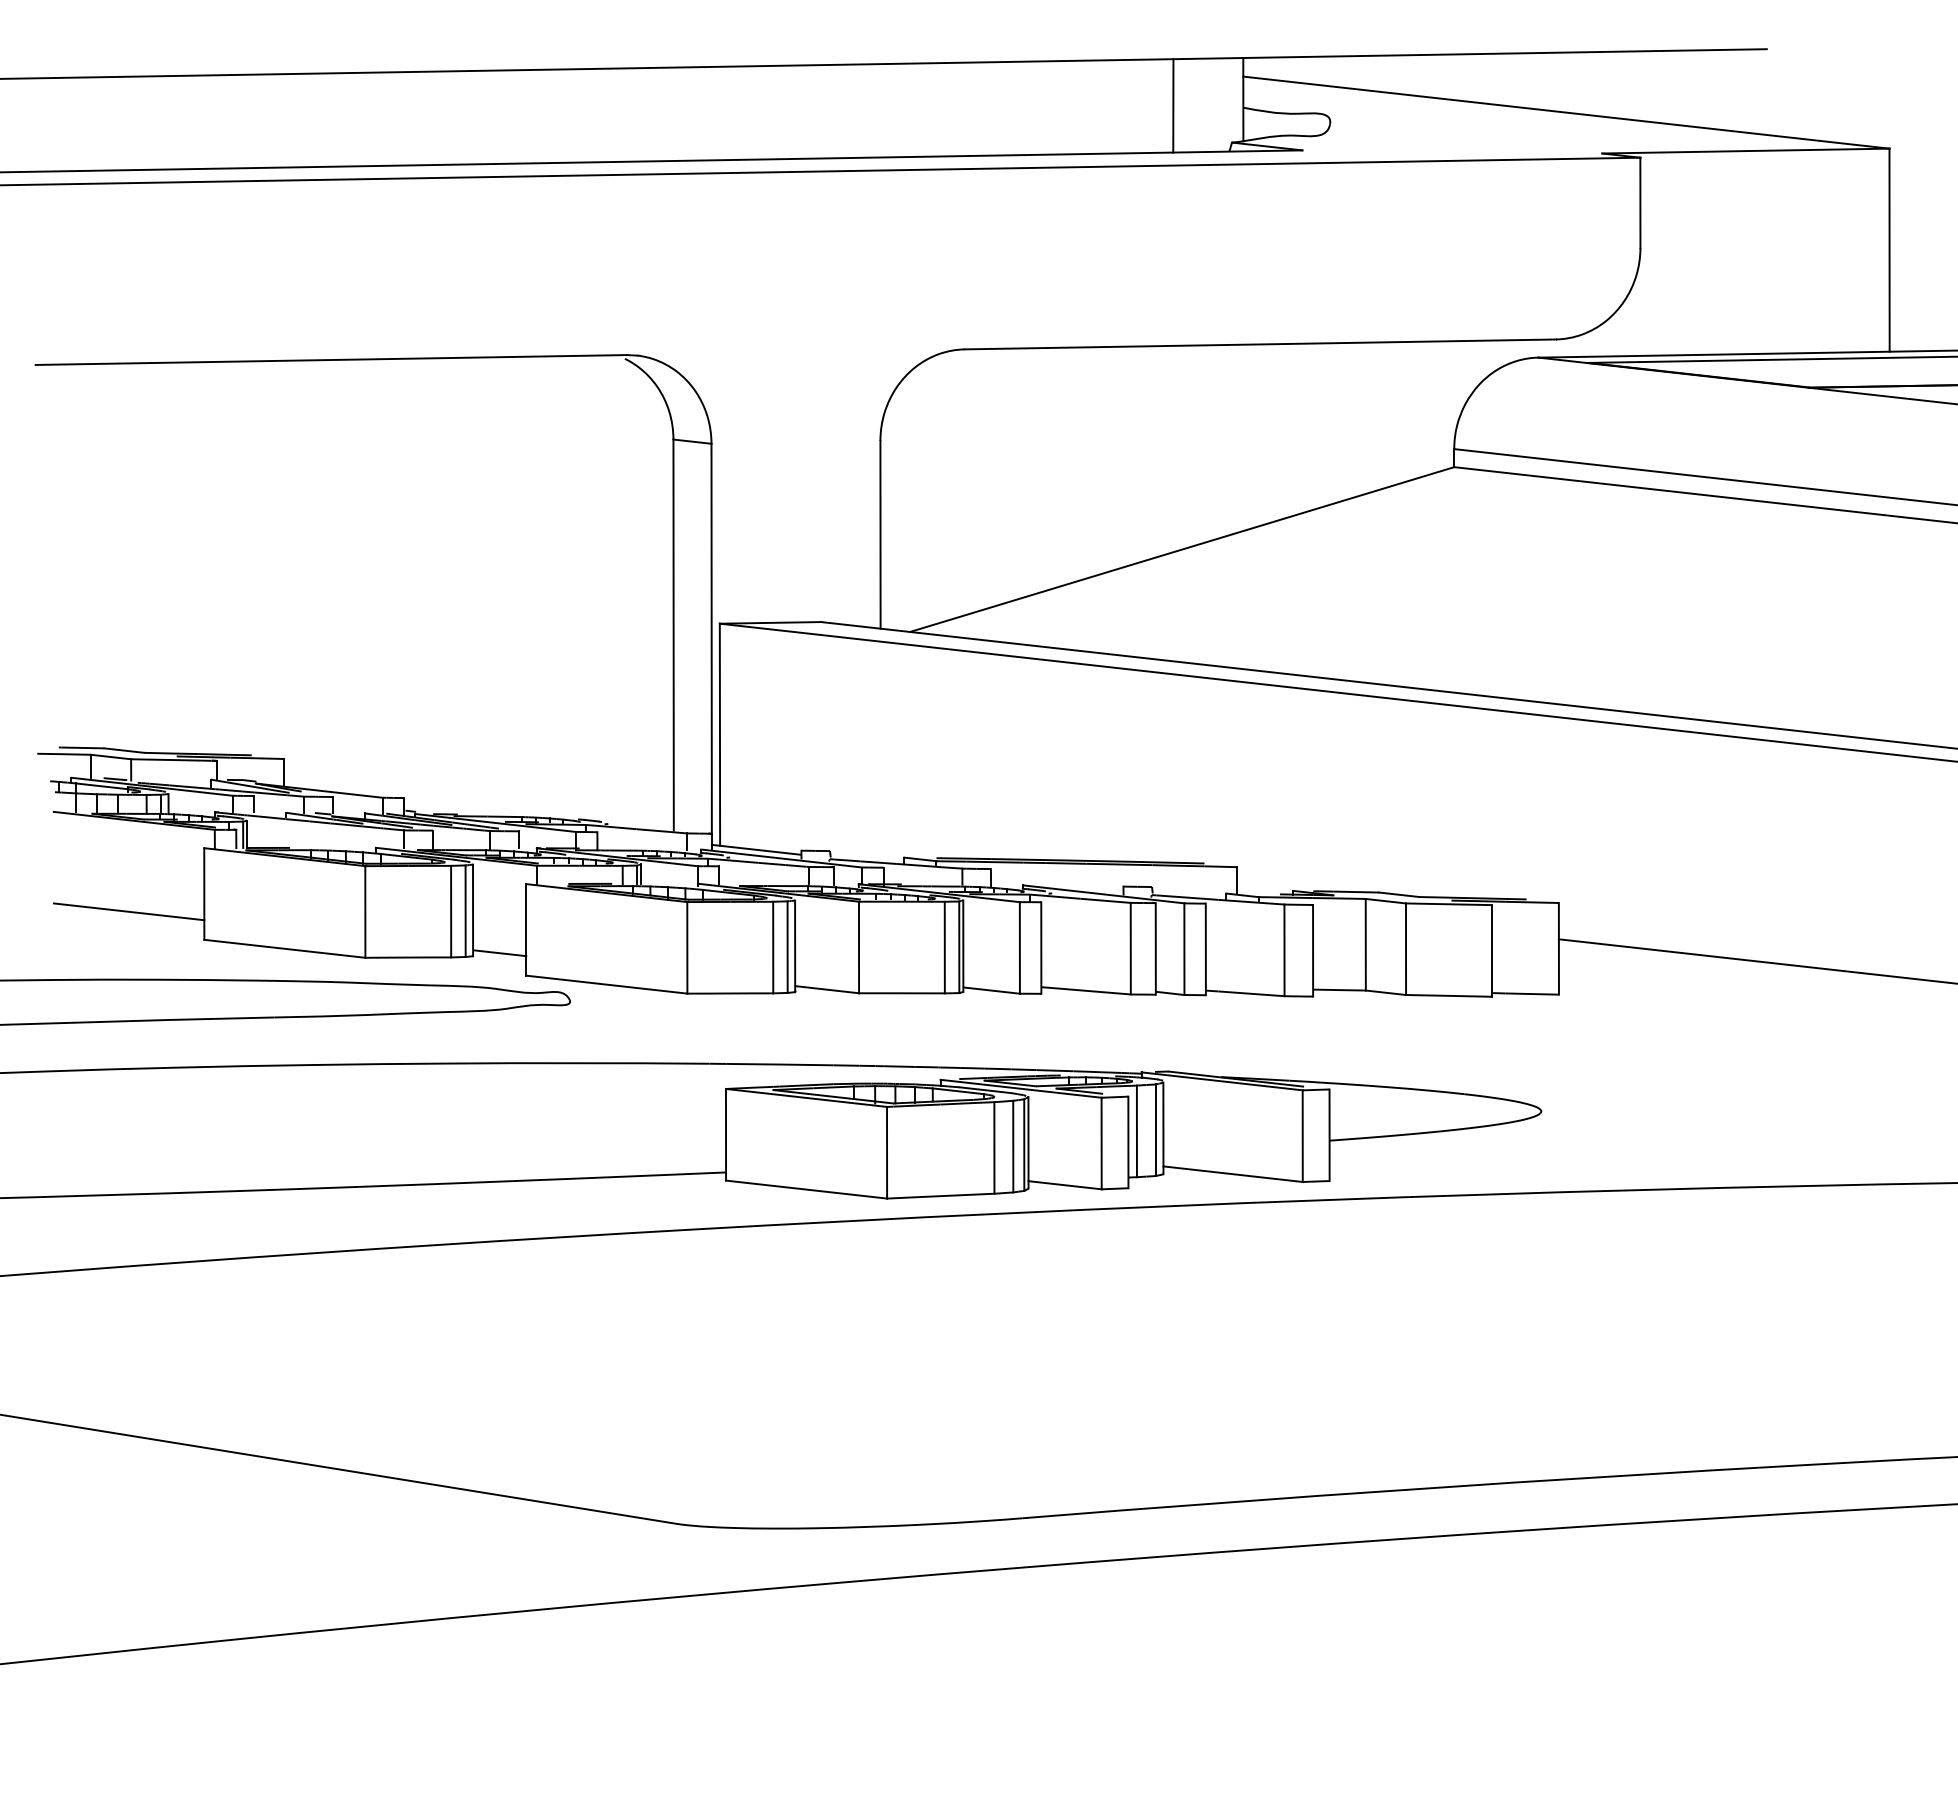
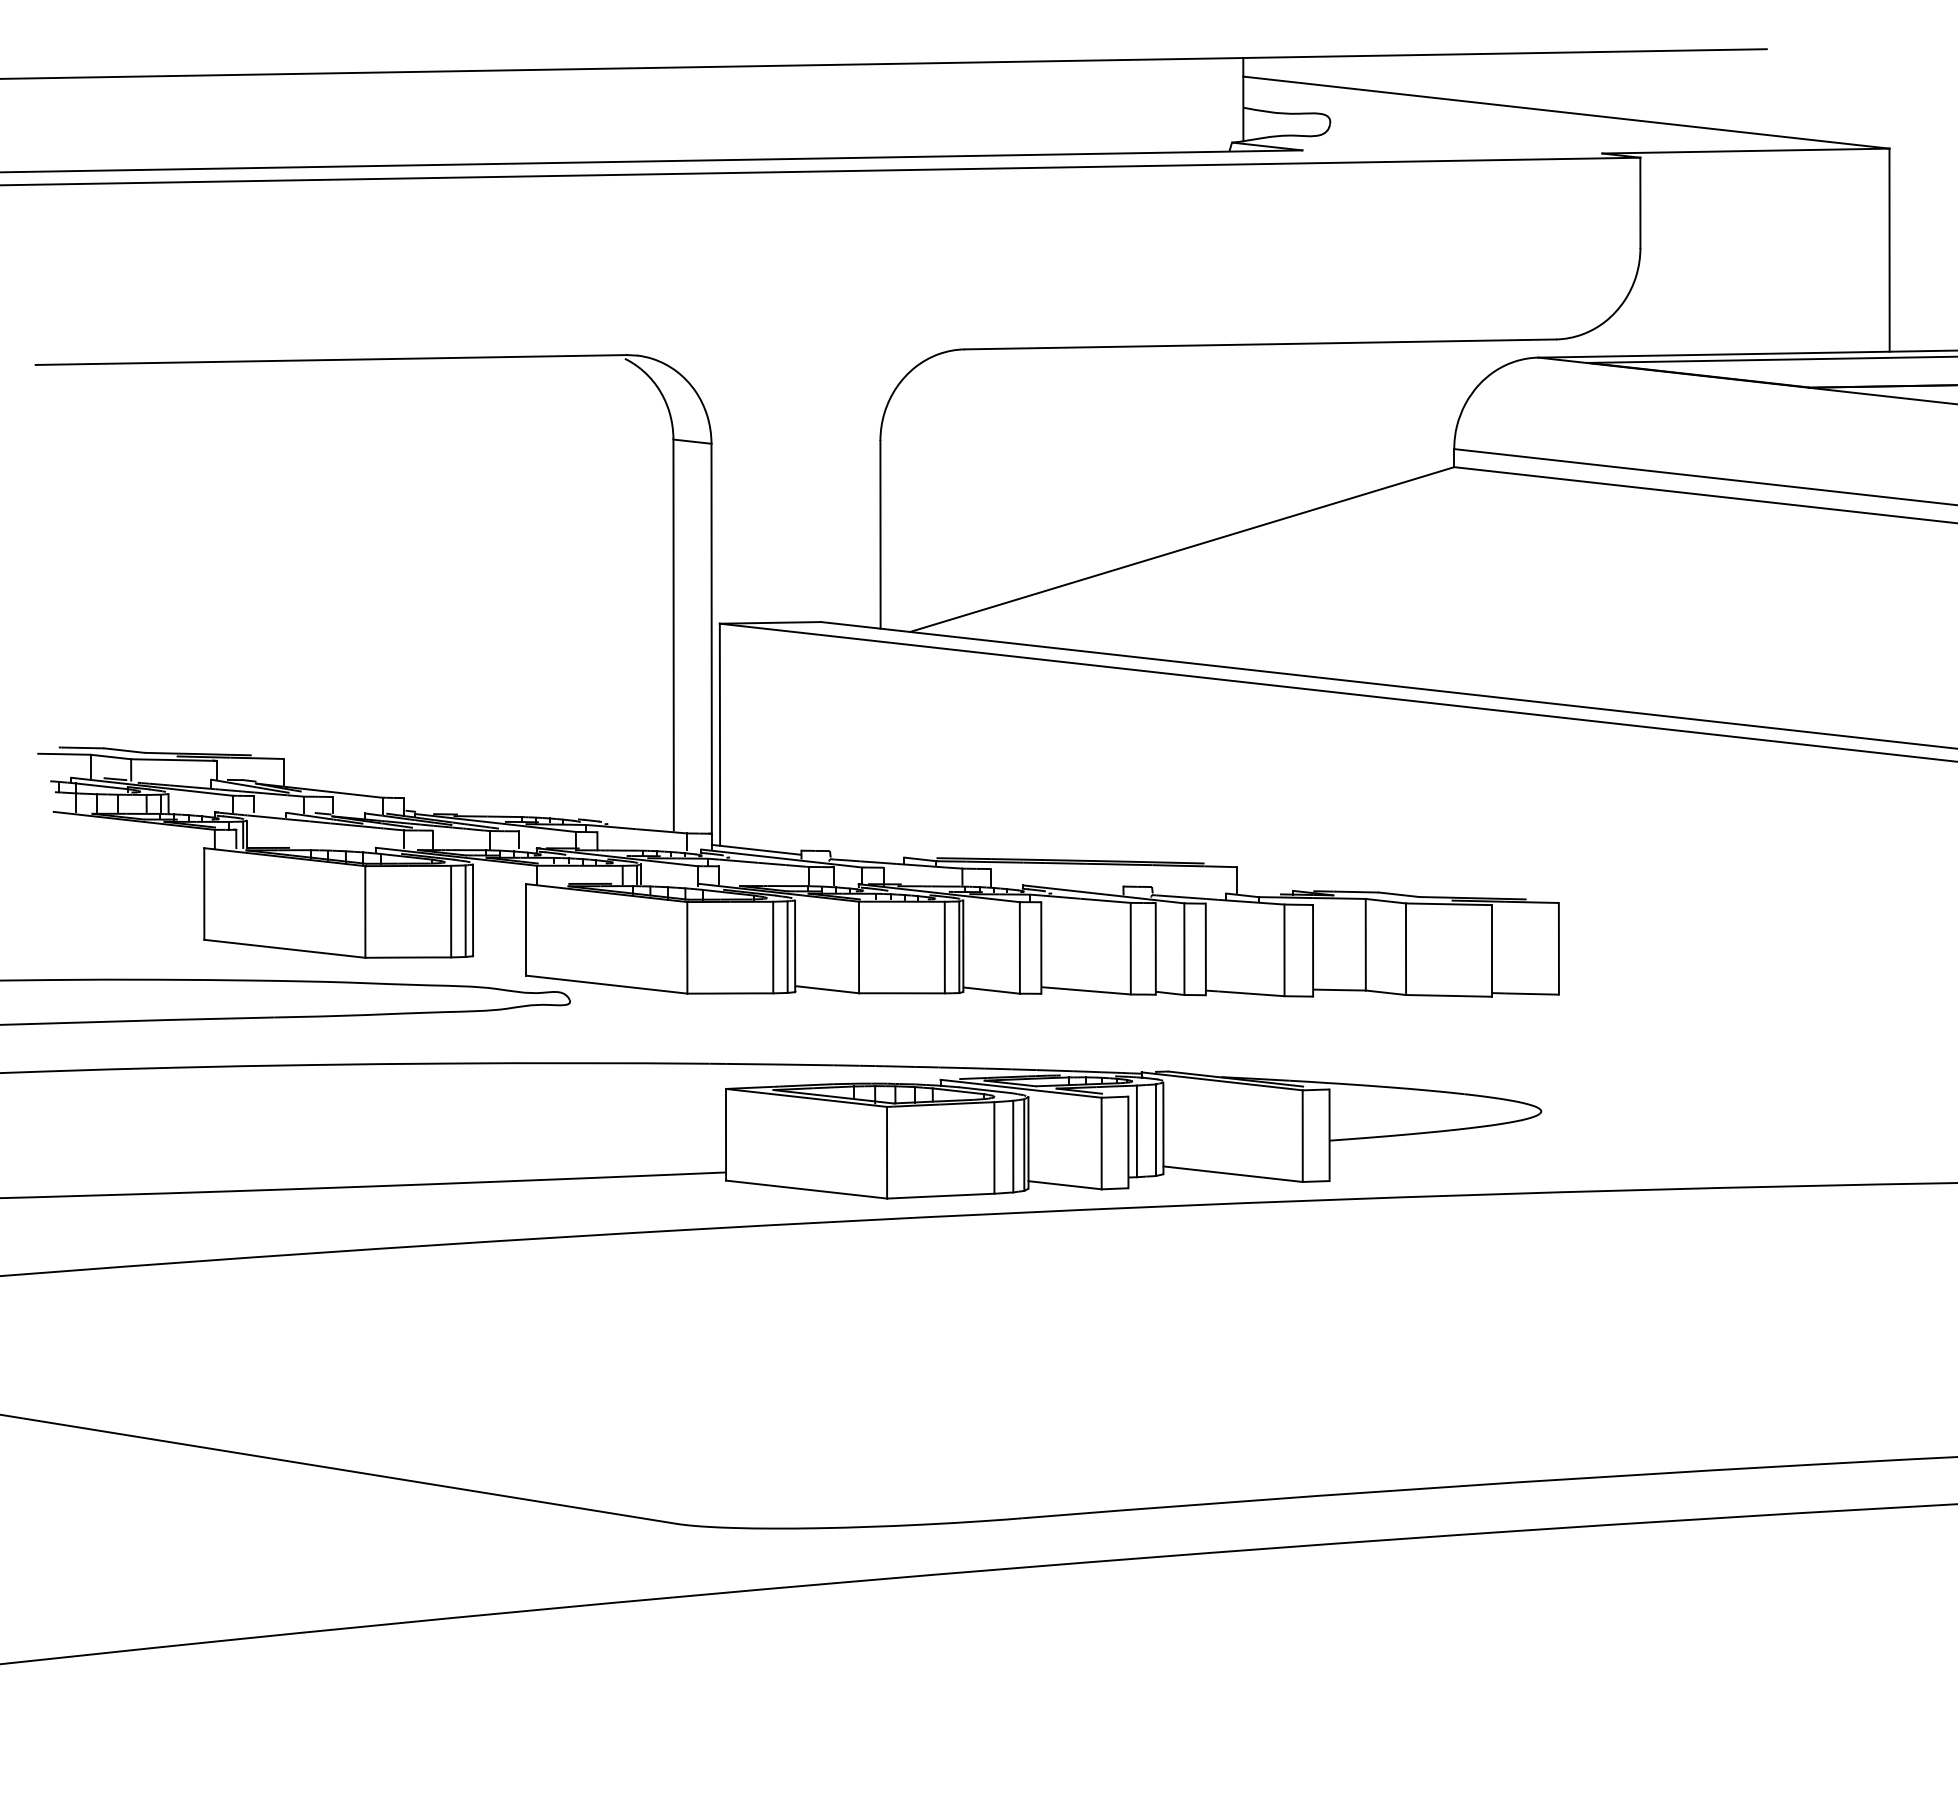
line at (1173, 105): present -> none
line at (128, 911): present -> none
line at (500, 953): present -> none
line at (1756, 961): present -> none
